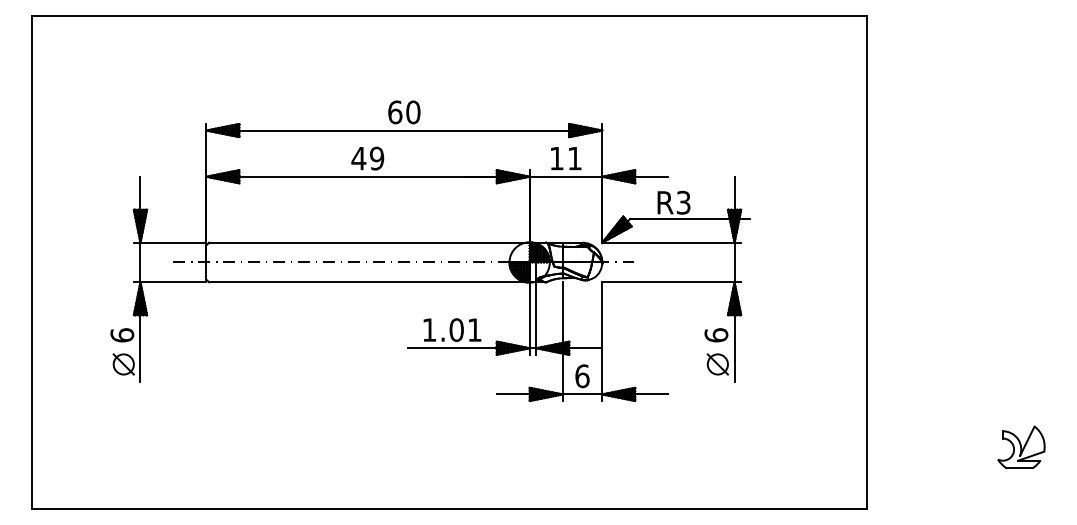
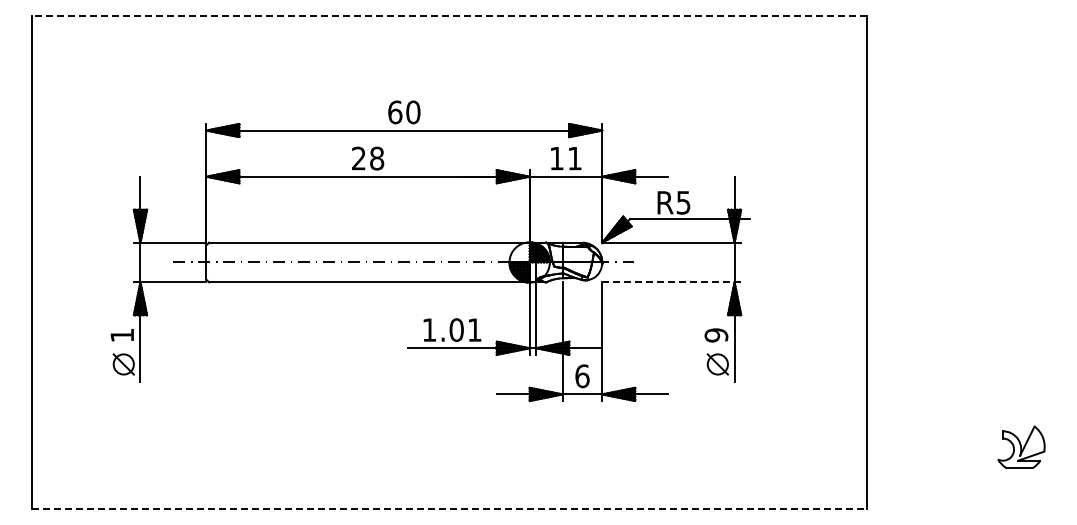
line at (449, 15): solid -> dashed
text at (367, 158): 49 -> 28
text at (683, 202): R3 -> R5
line at (672, 282): solid -> dashed
text at (122, 335): 6 -> 1
text at (716, 335): 6 -> 9
line at (450, 509): solid -> dashed
